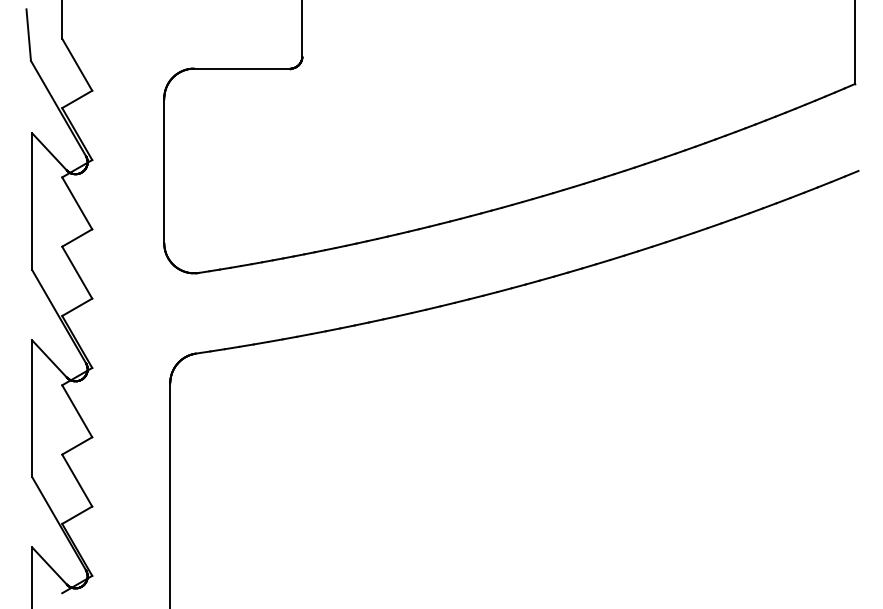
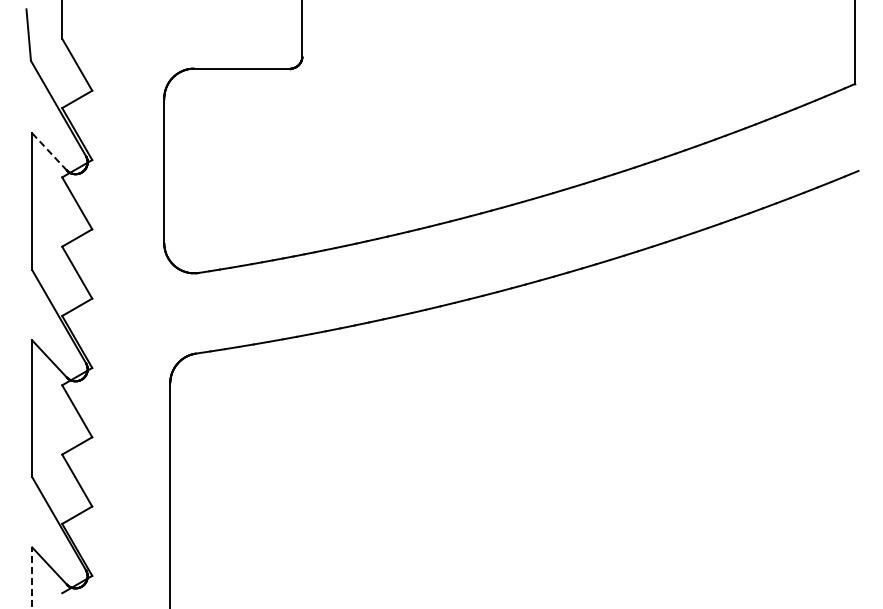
line at (49, 152): solid -> dashed
line at (32, 577): solid -> dashed
